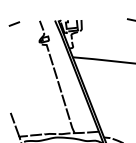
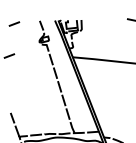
line at (9, 55): none -> present
